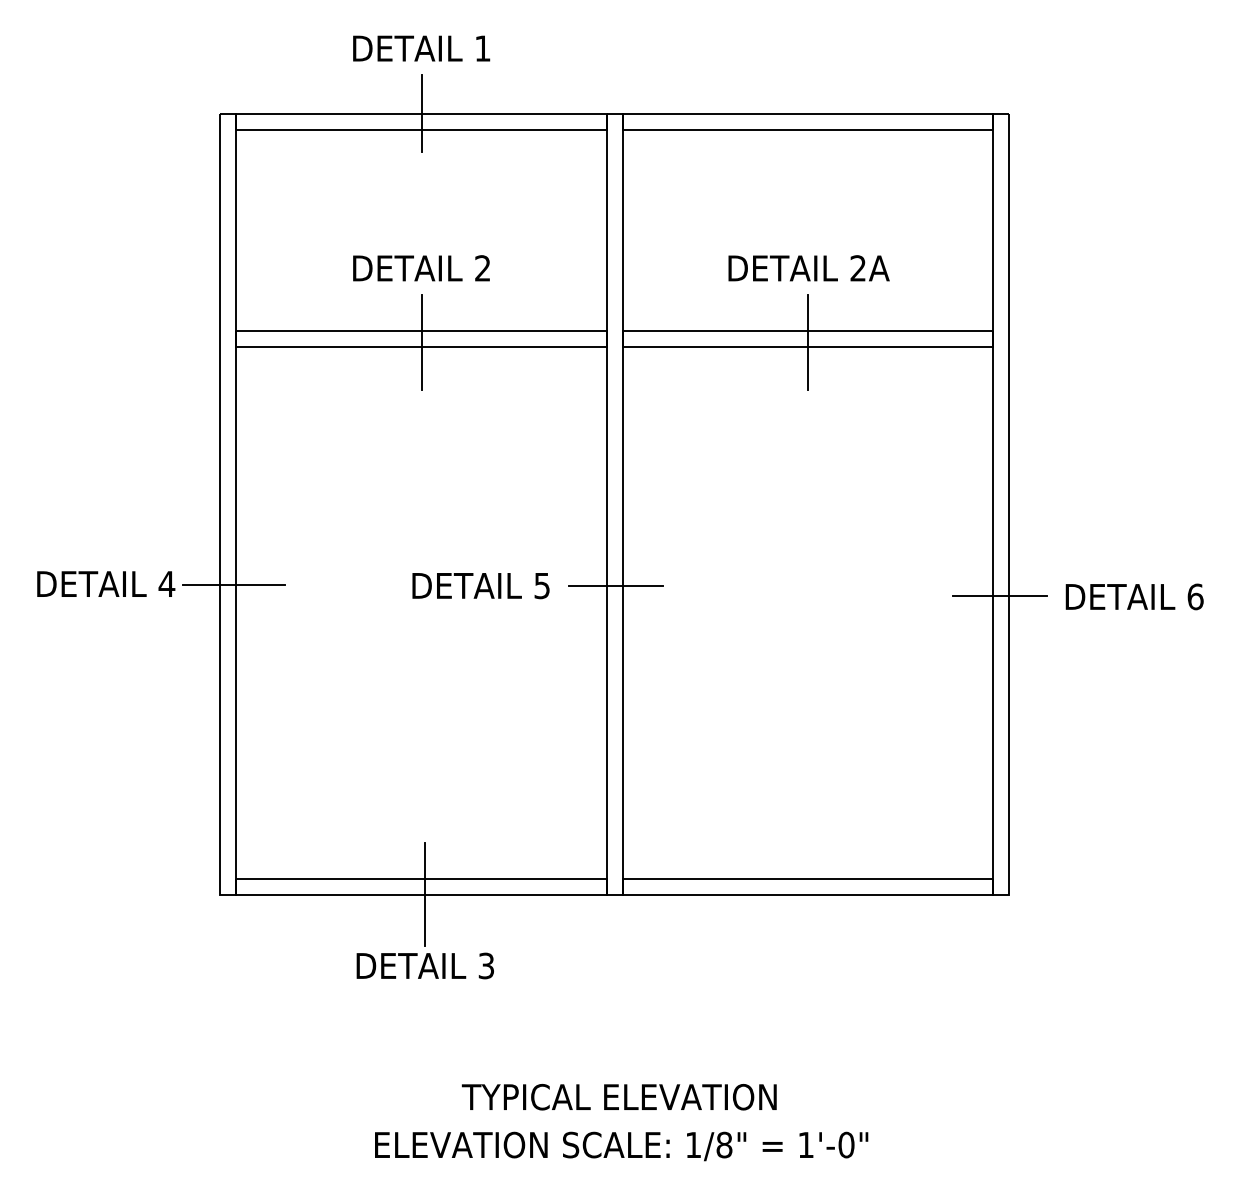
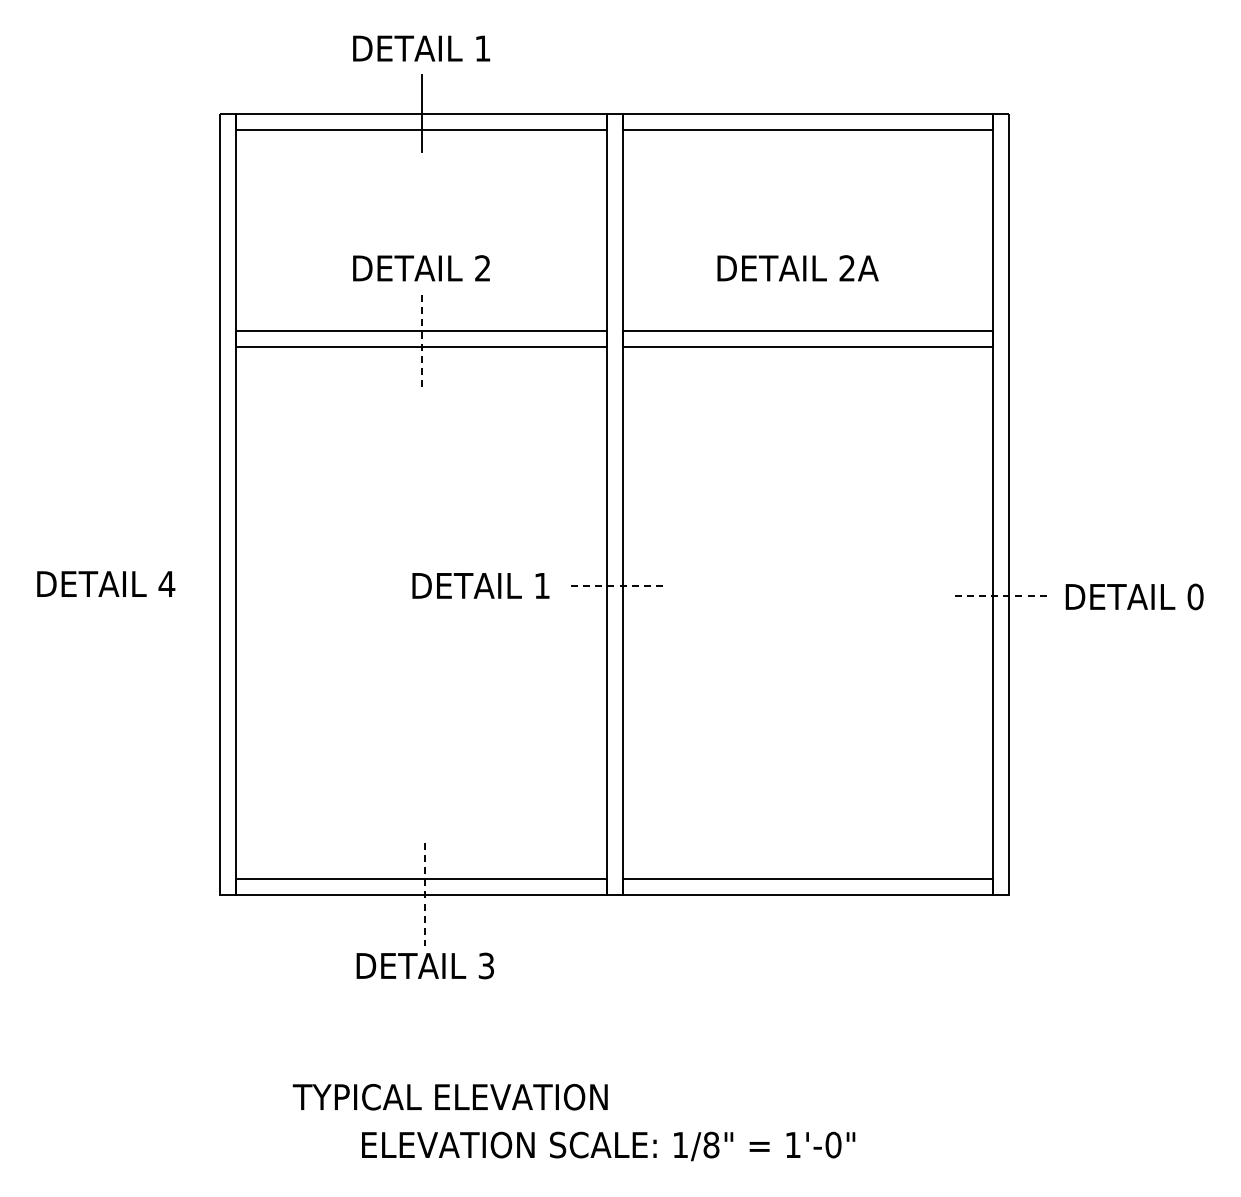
text at (808, 268) position: (808, 268) -> (797, 268)
line at (421, 342): solid -> dashed
line at (807, 342): present -> none
line at (233, 585): present -> none
text at (541, 586): 5 -> 1
line at (615, 586): solid -> dashed
line at (999, 595): solid -> dashed
text at (1195, 596): 6 -> 0
line at (425, 894): solid -> dashed
text at (618, 1097) position: (618, 1097) -> (449, 1097)
text at (621, 1146) position: (621, 1146) -> (608, 1146)
